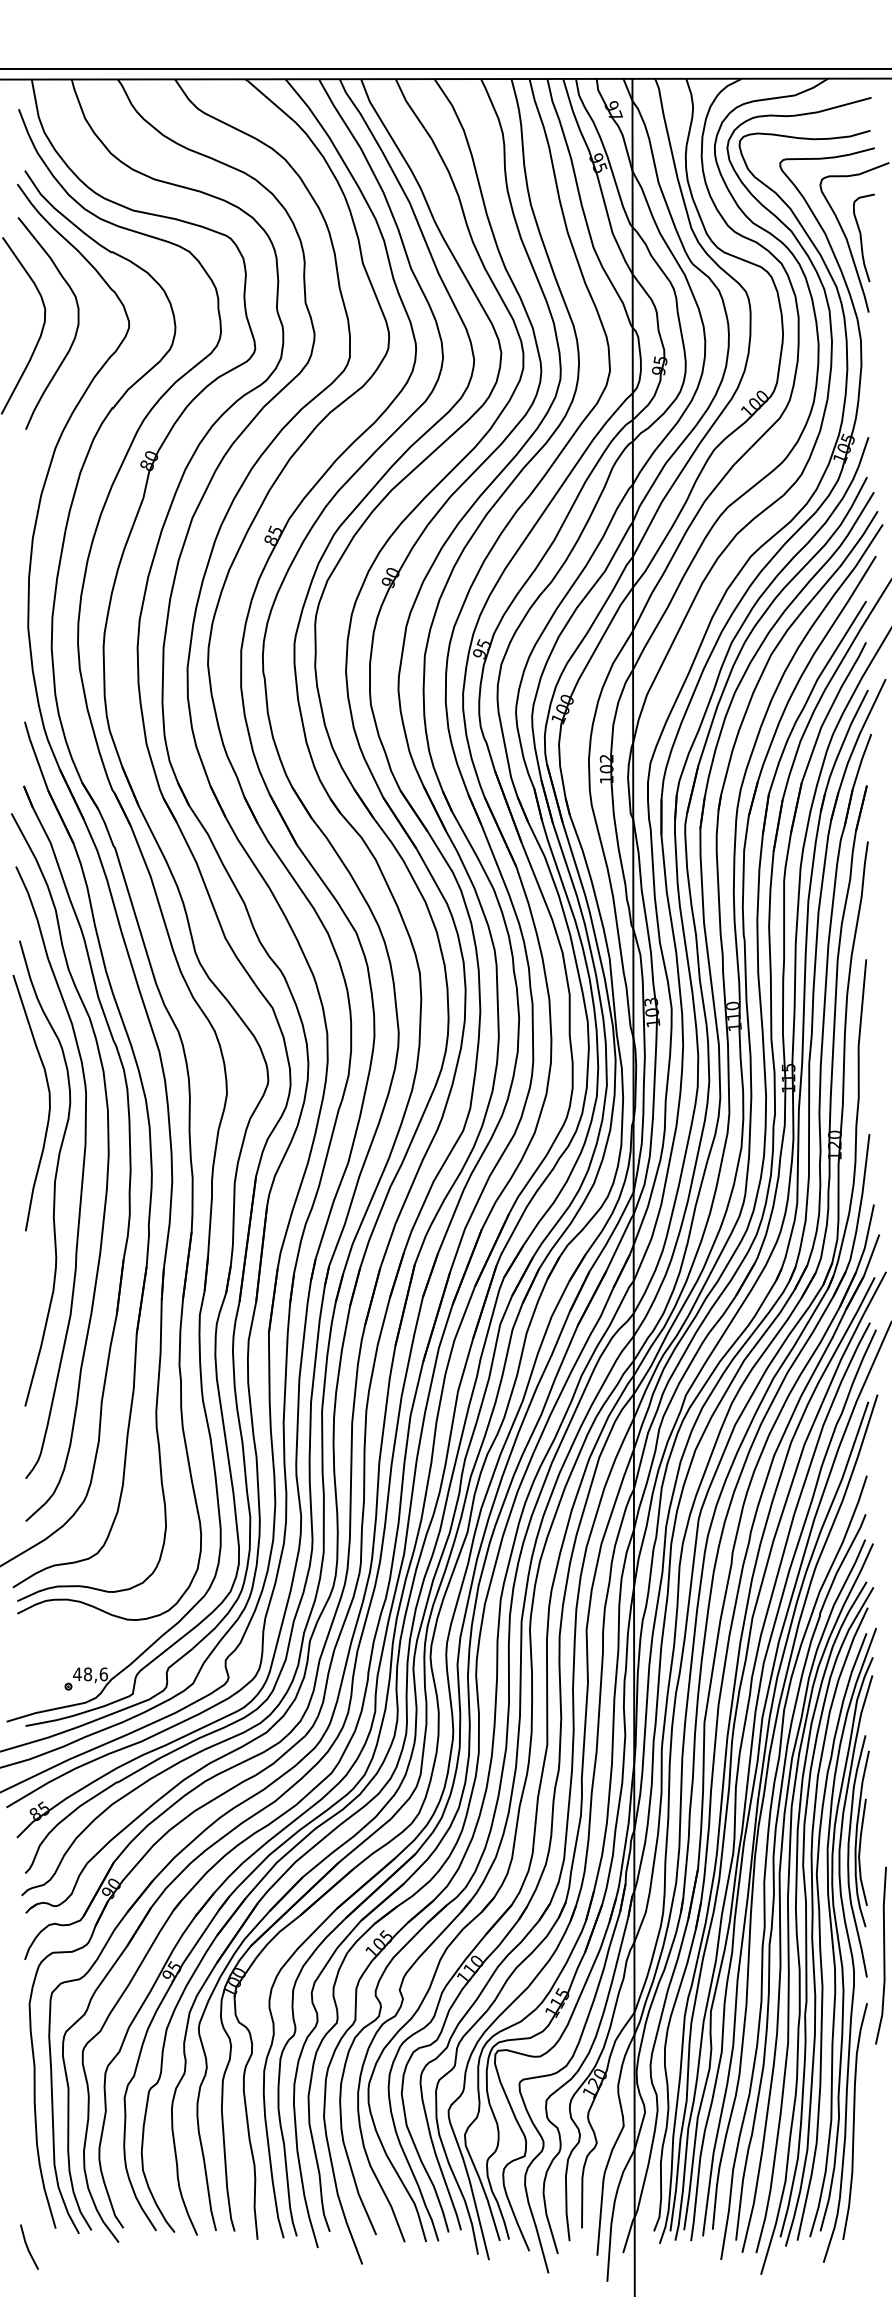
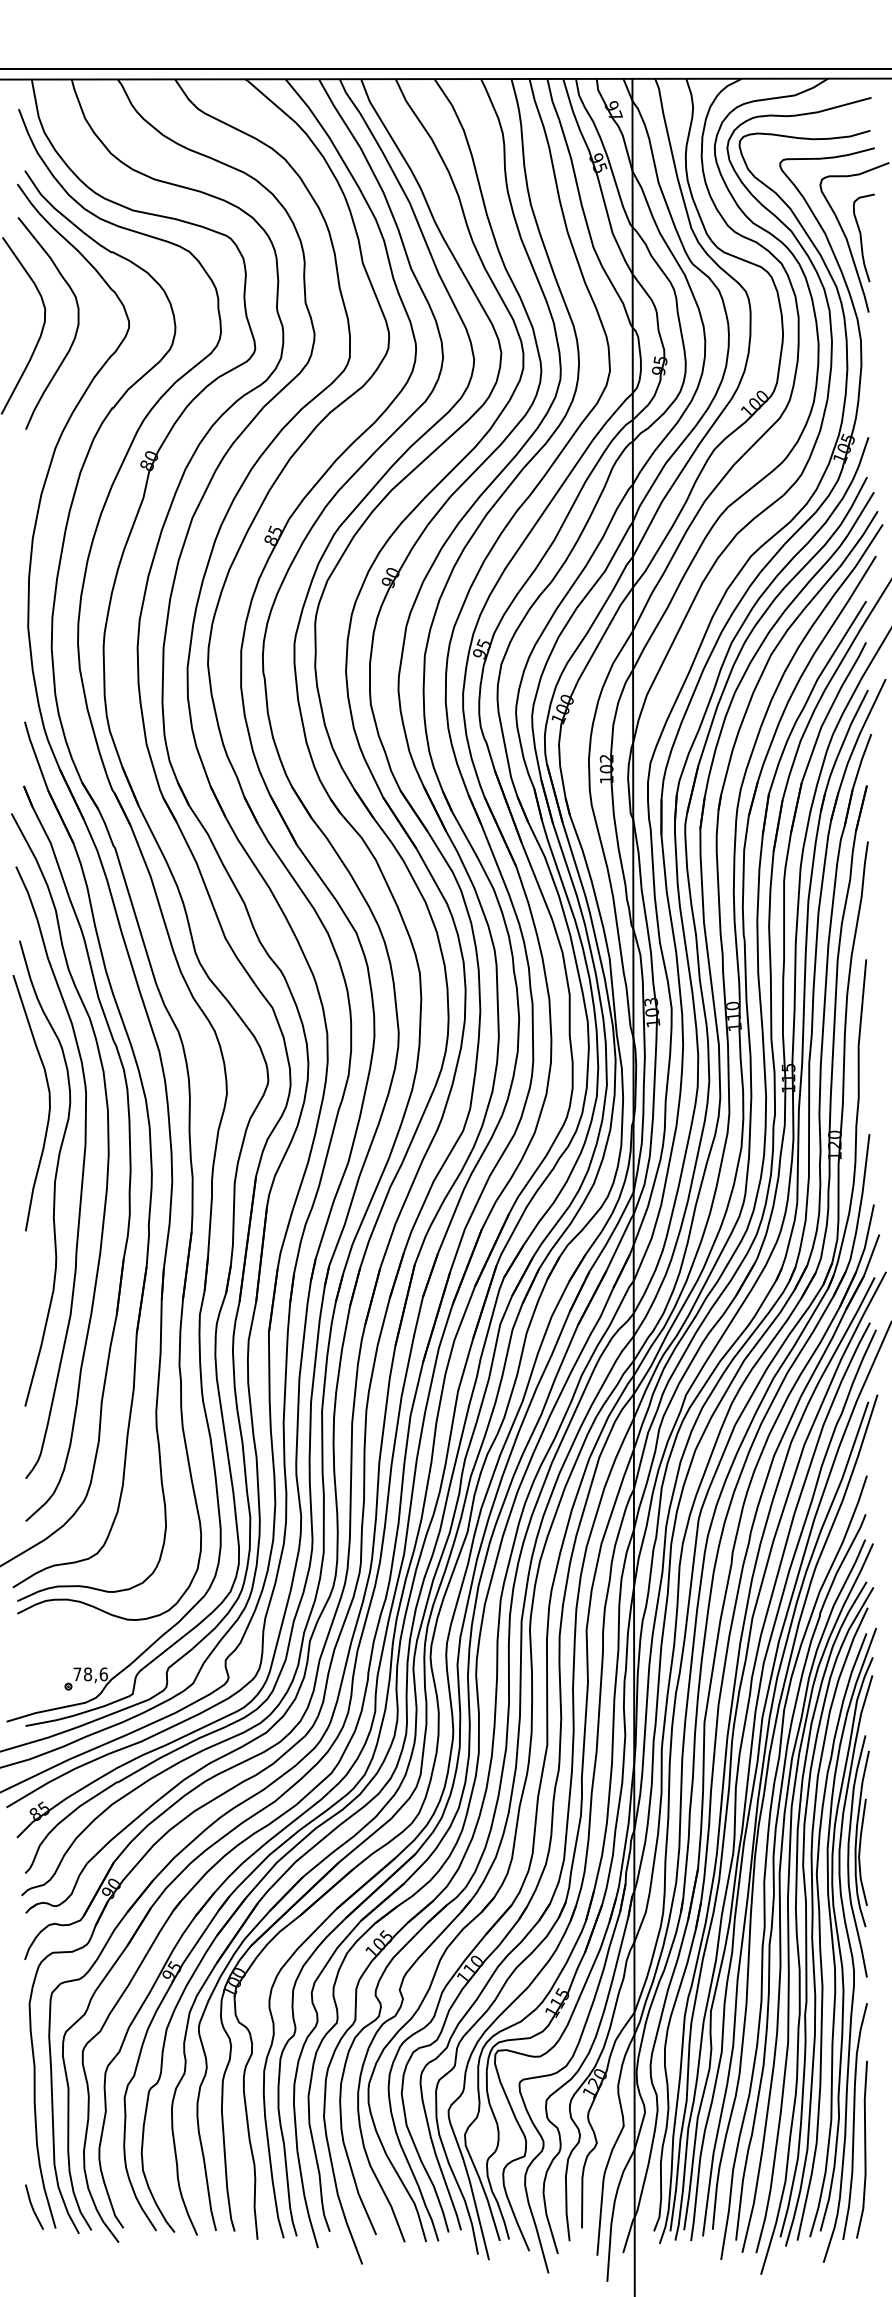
text at (77, 1674): 48,6 -> 78,6
line at (883, 1955) position: (883, 1955) -> (864, 2149)
line at (28, 2247) position: (28, 2247) -> (33, 2207)
